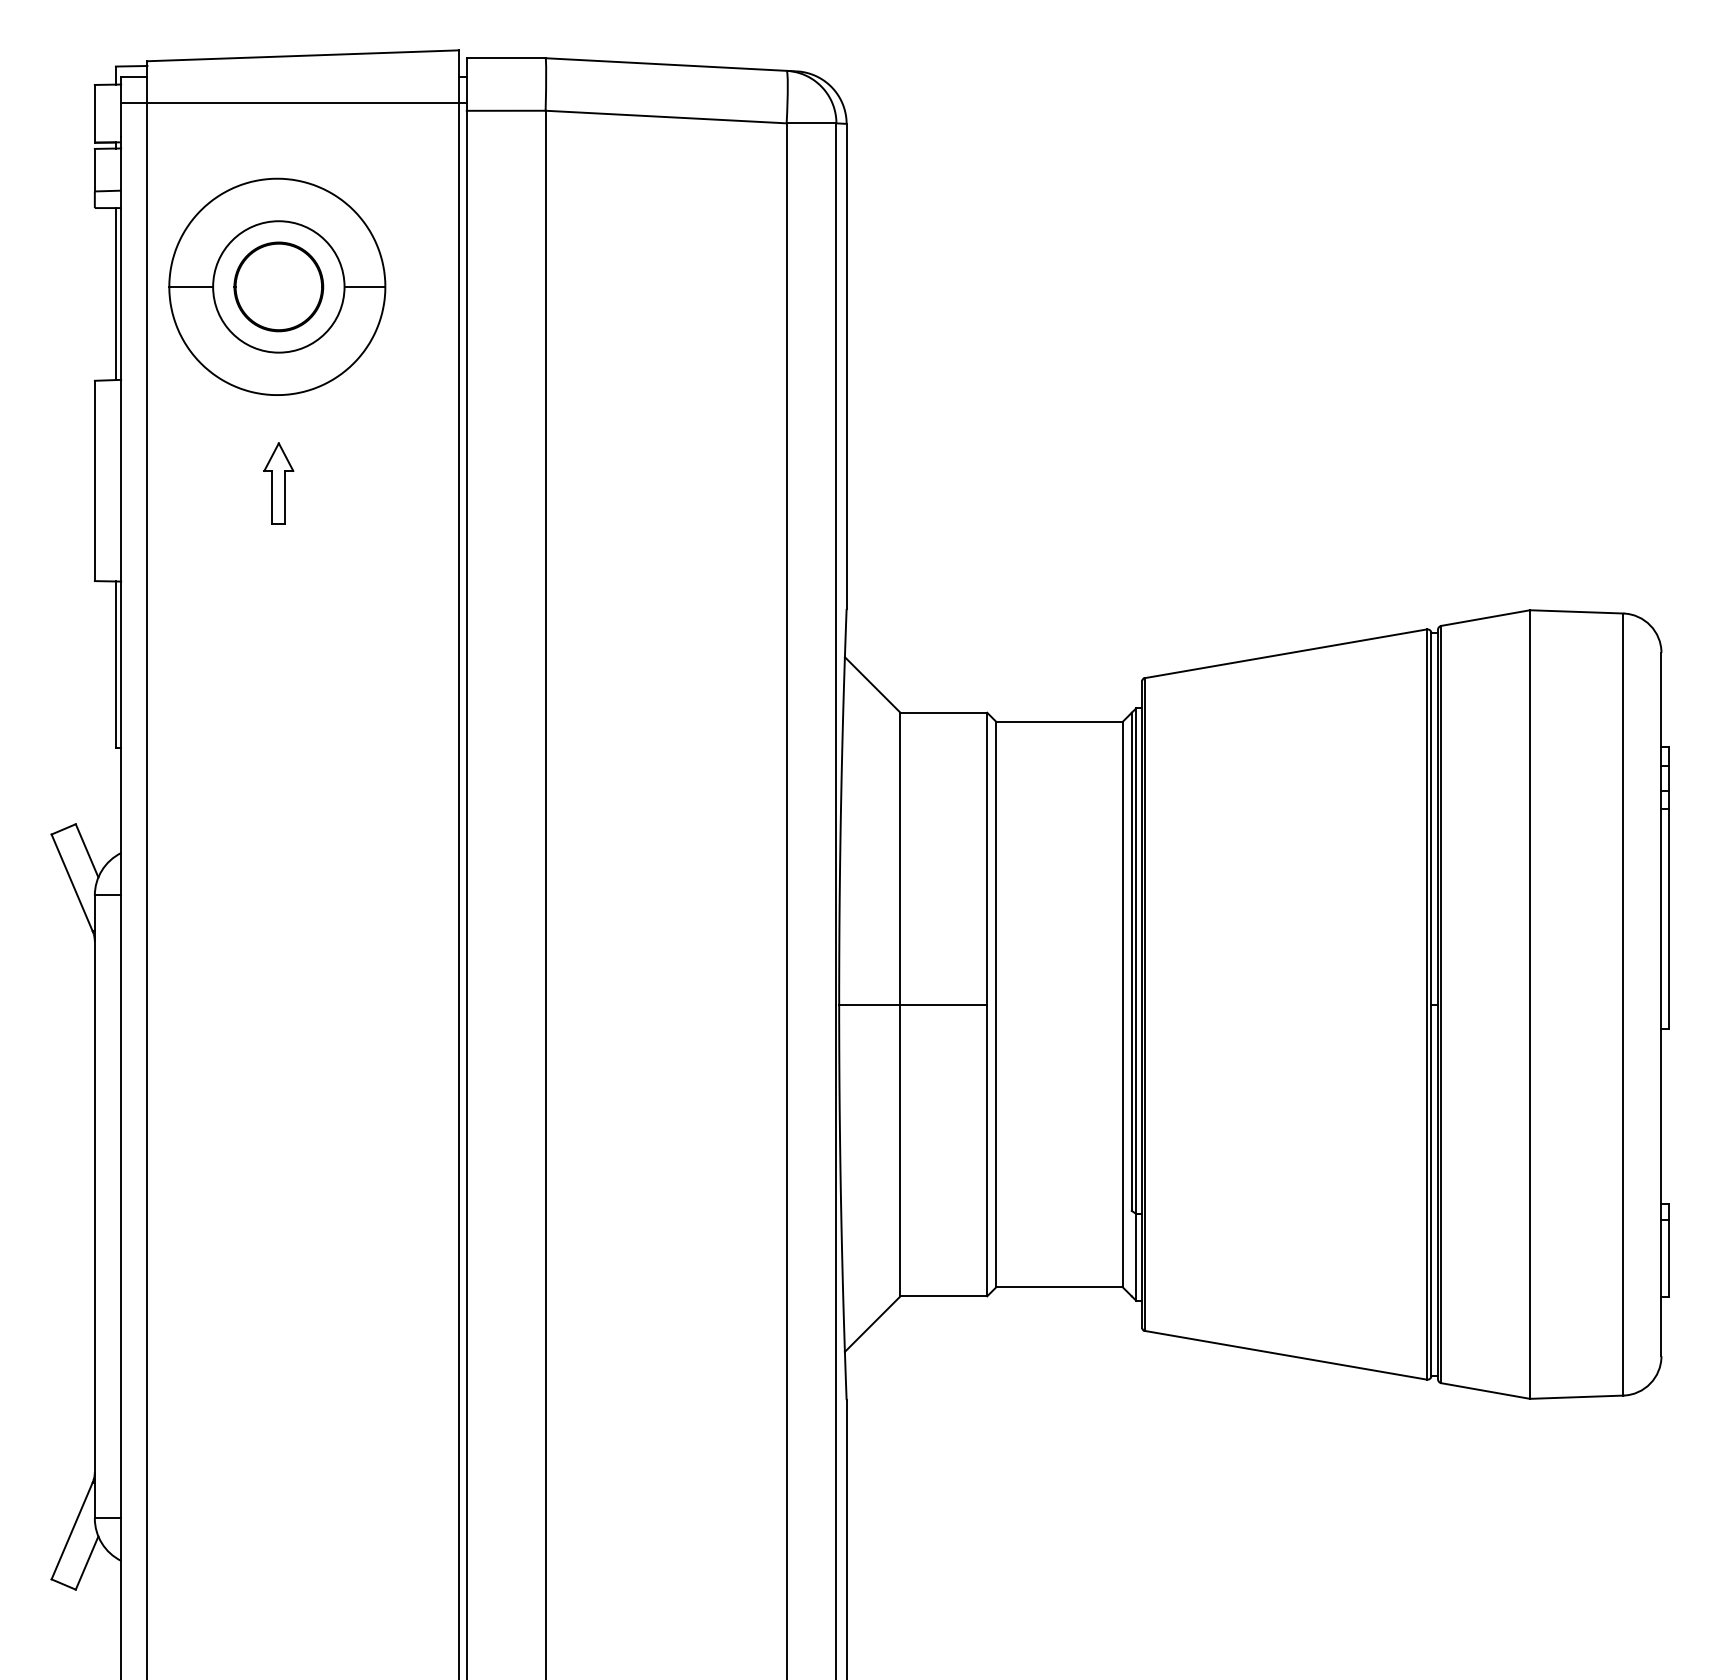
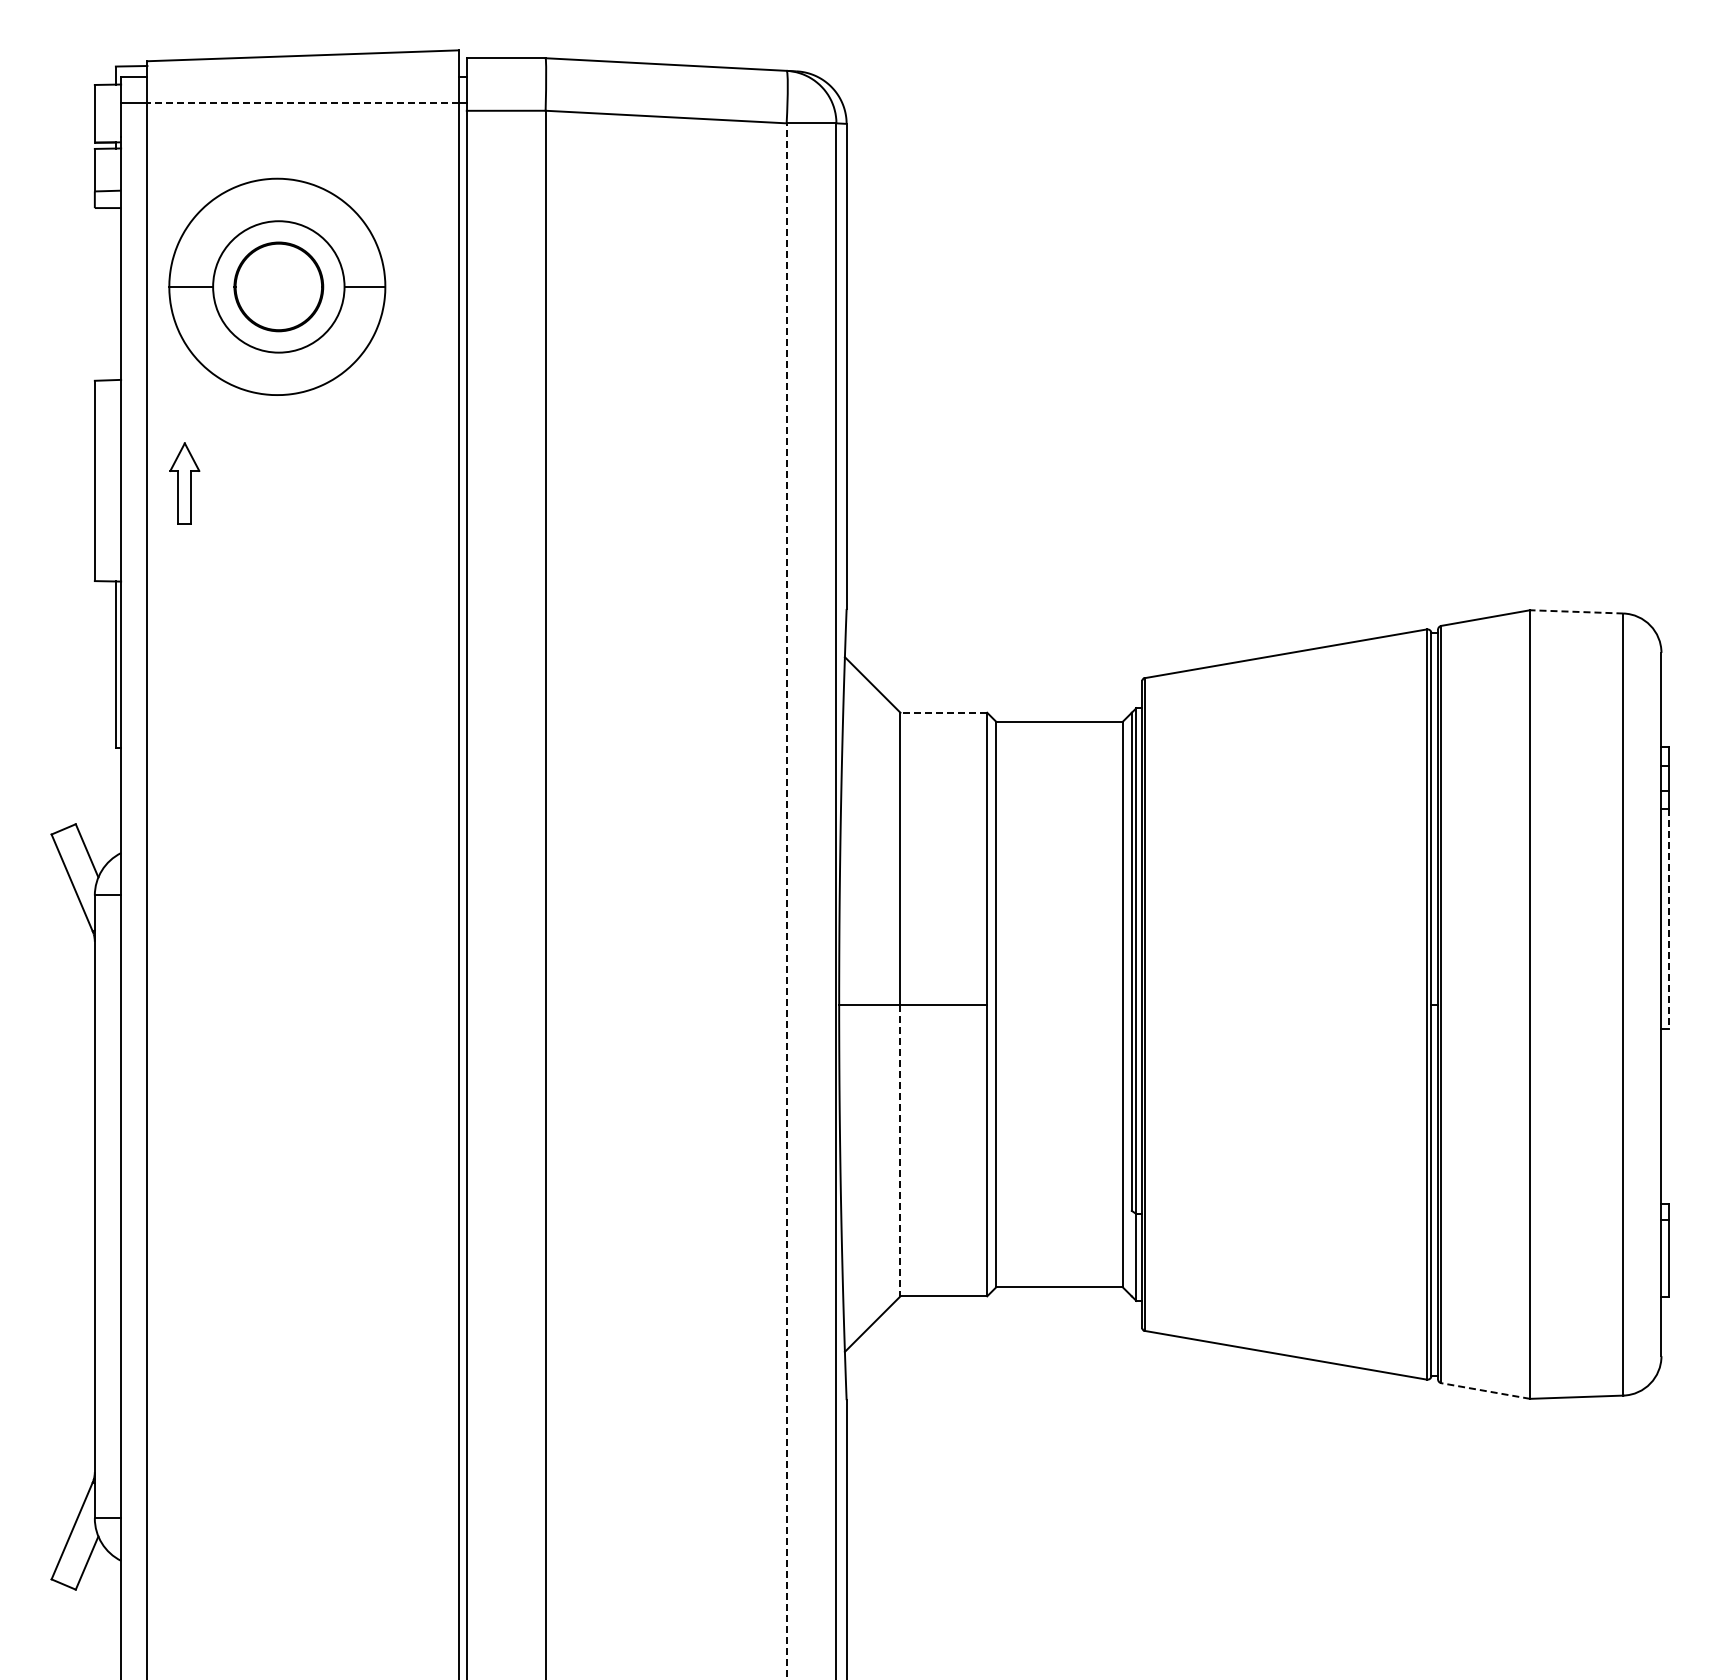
line at (303, 102): solid -> dashed
line at (115, 294): present -> none
part at (278, 483) position: (278, 483) -> (184, 483)
line at (1576, 611): solid -> dashed
line at (943, 712): solid -> dashed
line at (786, 901): solid -> dashed
line at (1669, 919): solid -> dashed
line at (900, 1150): solid -> dashed
line at (1485, 1390): solid -> dashed
